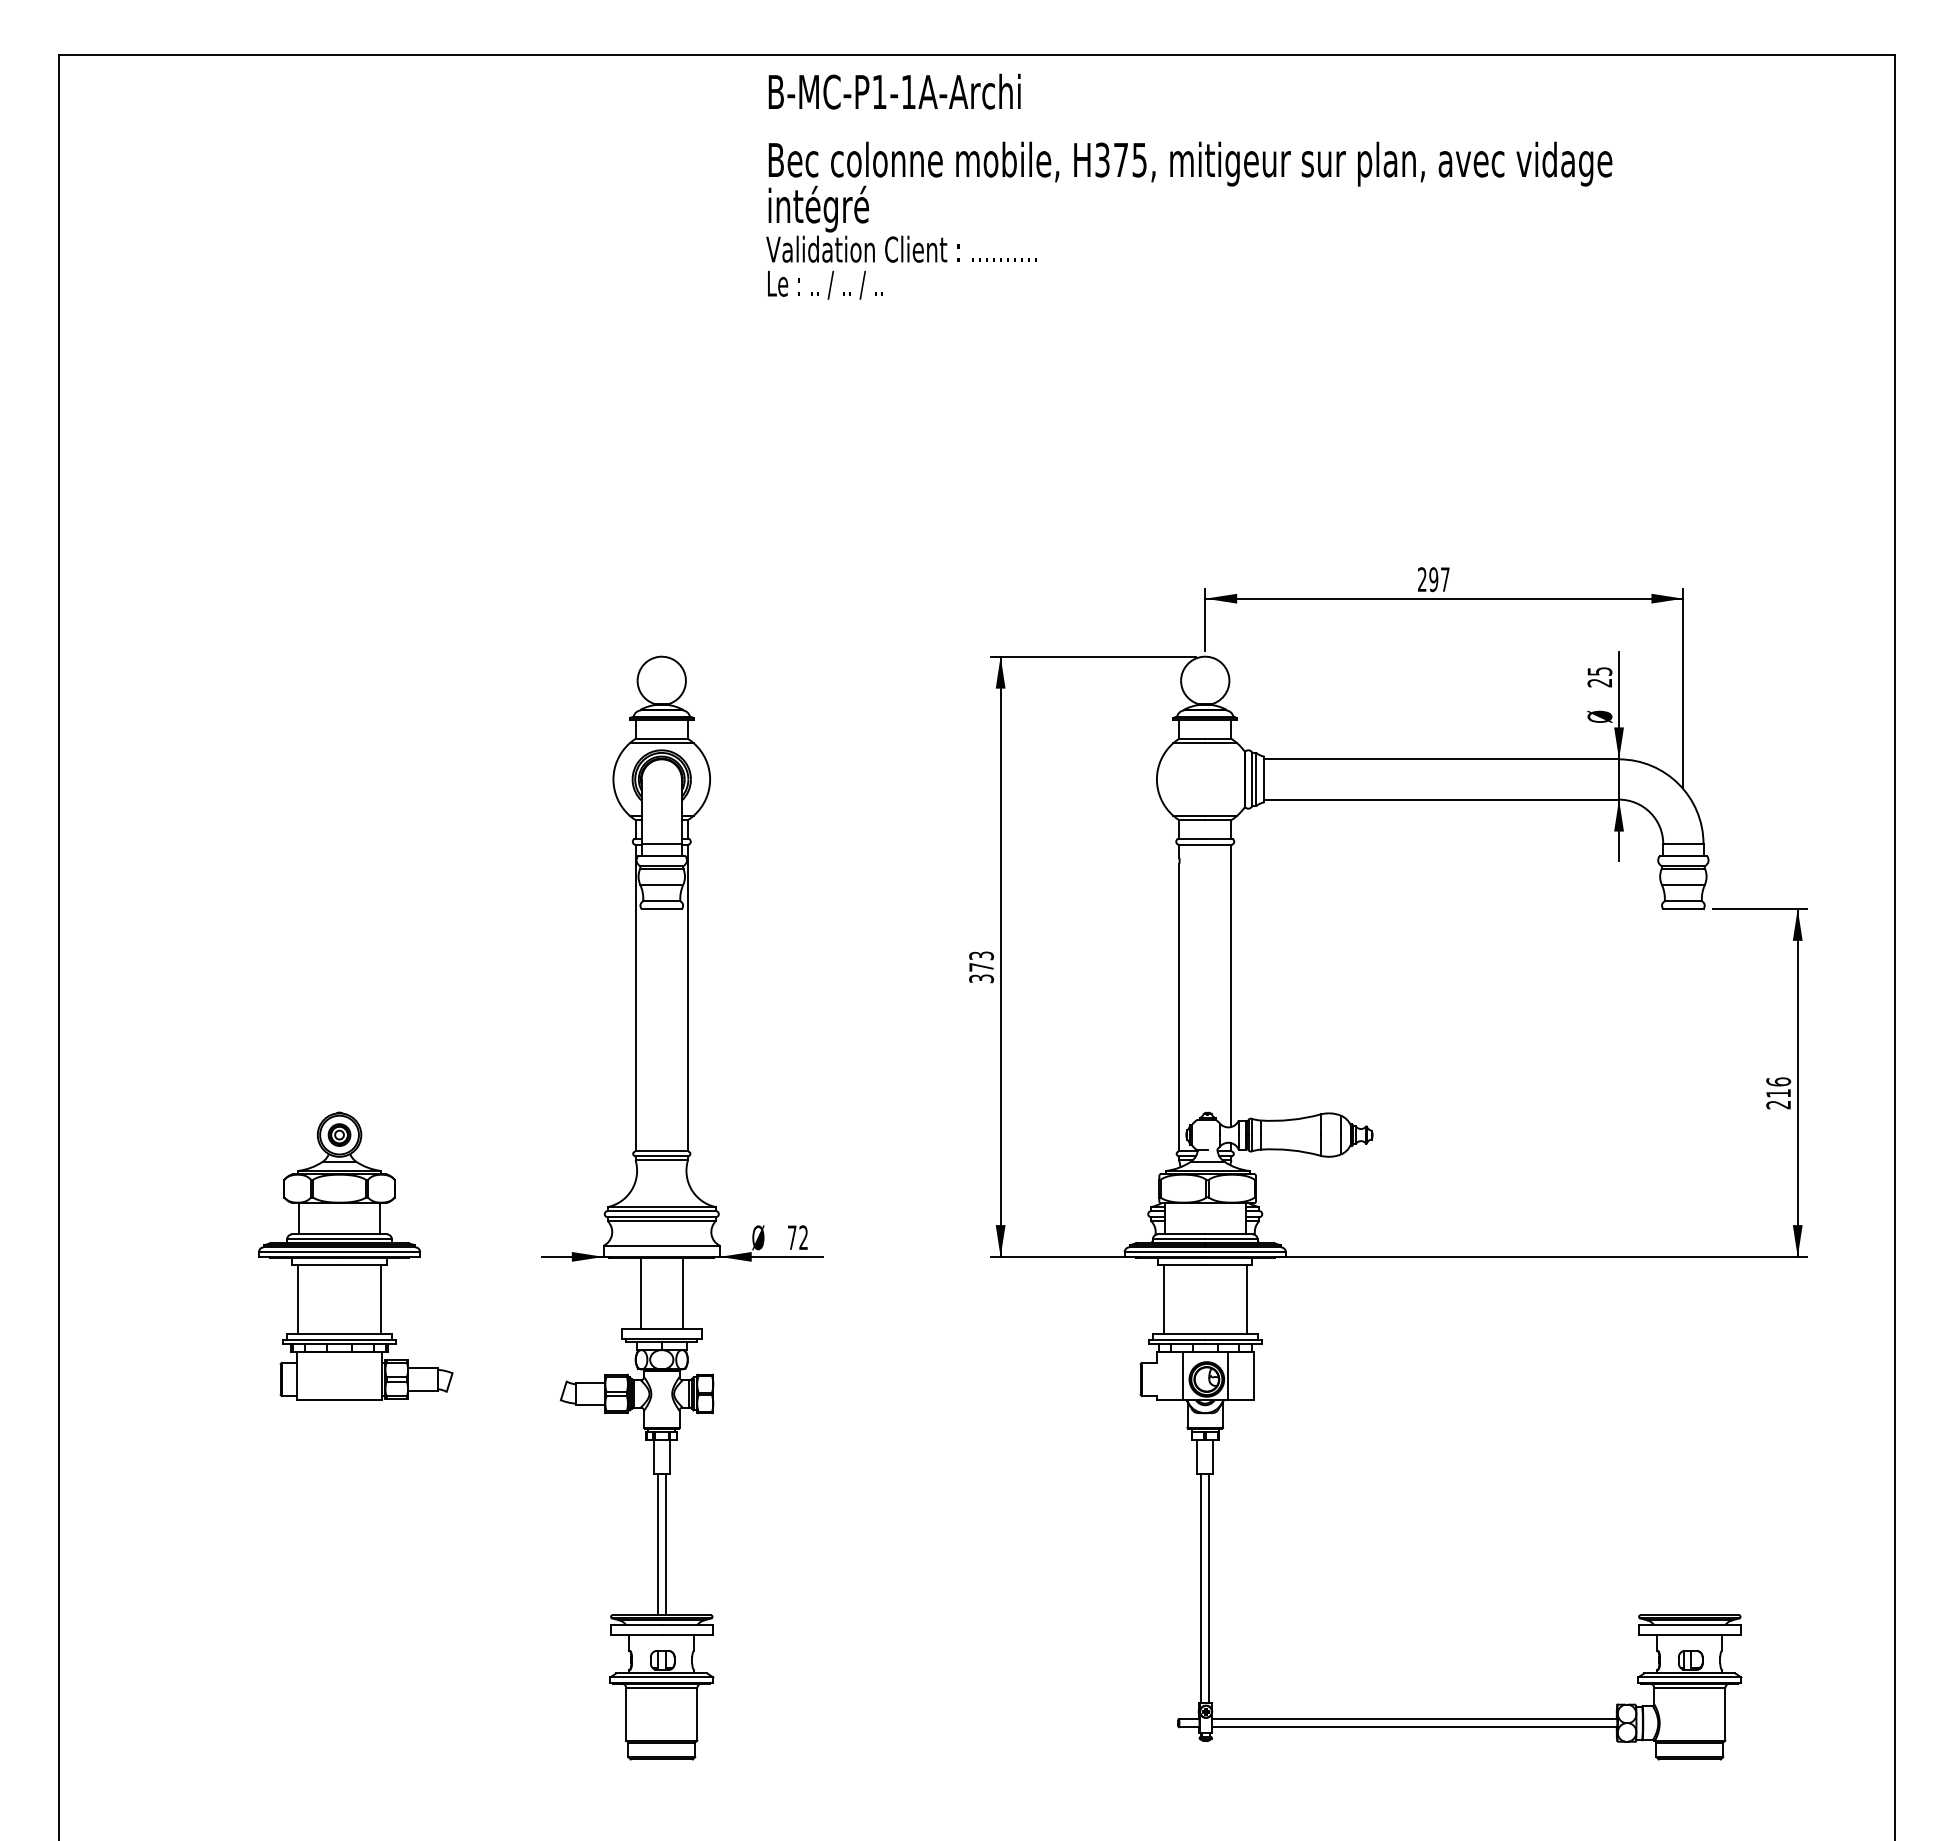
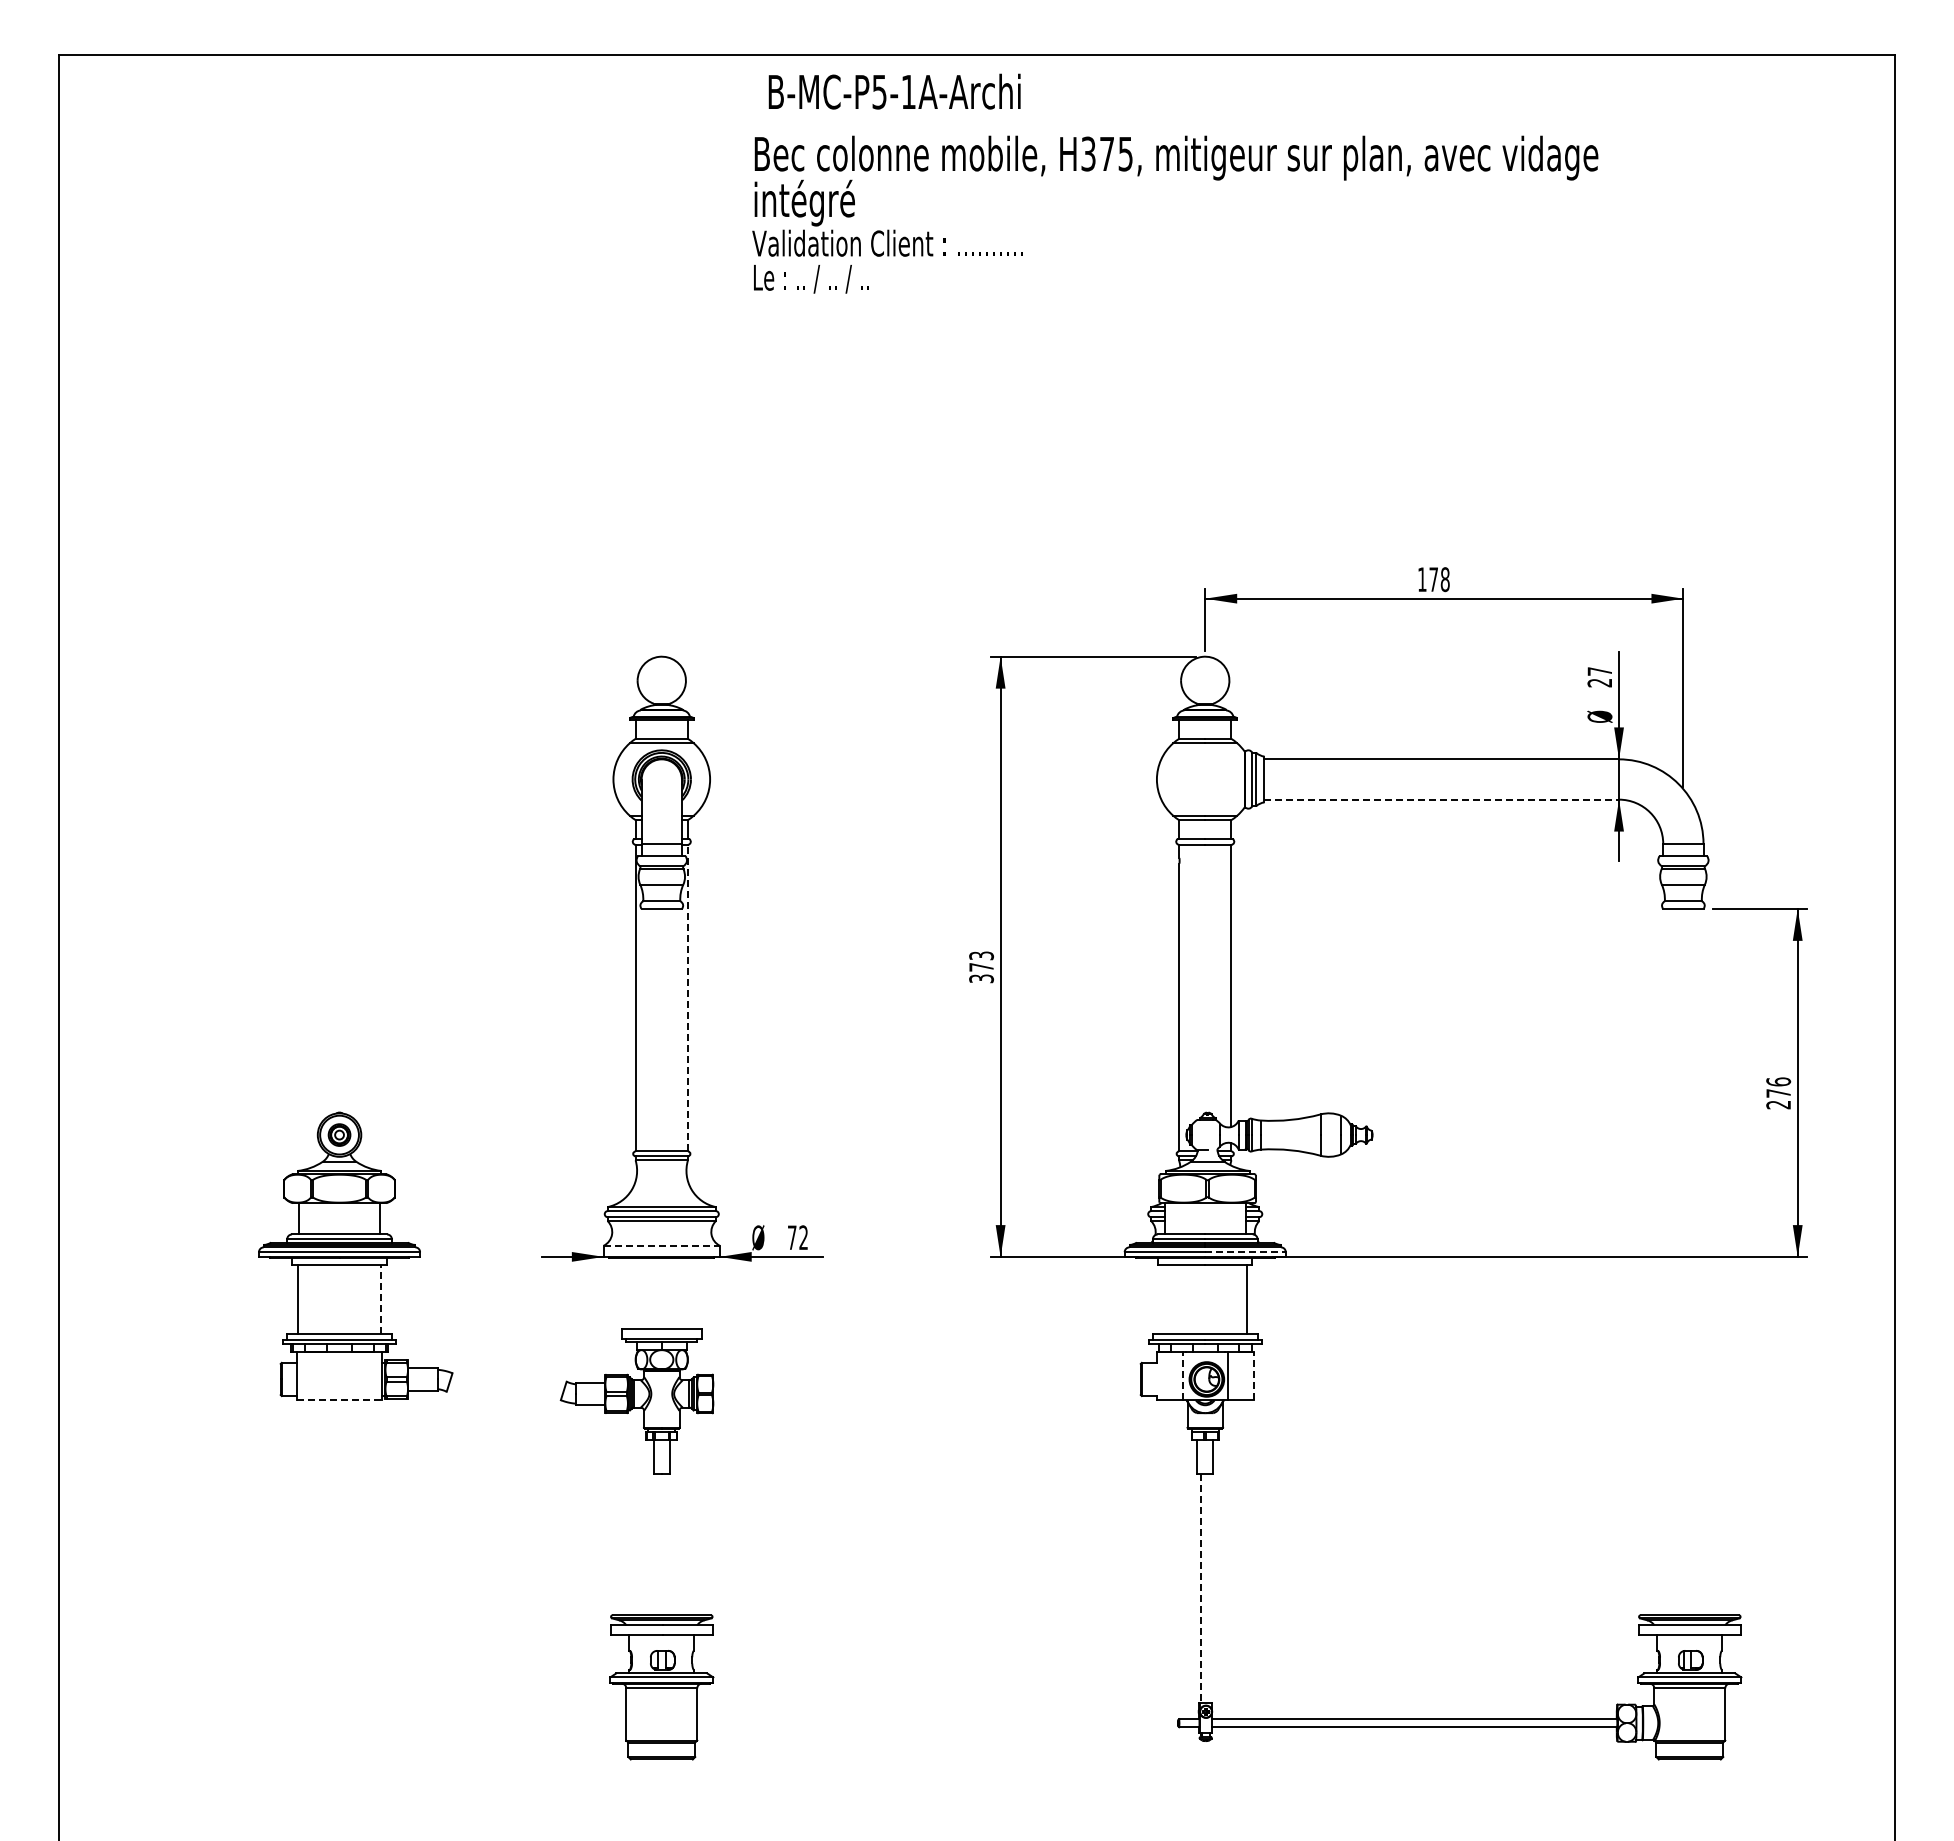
text at (879, 92): B-MC-P1-1A-Archi -> B-MC-P5-1A-Archi
text at (1189, 220) position: (1189, 220) -> (1175, 214)
text at (1433, 579): 297 -> 178
text at (1599, 671): 25 -> 27
line at (1442, 799): solid -> dashed
line at (687, 997): solid -> dashed
text at (1778, 1093): 216 -> 276
line at (662, 1245): solid -> dashed
line at (1246, 1252): solid -> dashed
line at (641, 1293): present -> none
line at (682, 1293): present -> none
line at (381, 1298): solid -> dashed
line at (1163, 1299): present -> none
line at (1182, 1375): solid -> dashed
line at (1253, 1375): solid -> dashed
line at (339, 1400): solid -> dashed
line at (657, 1544): present -> none
line at (665, 1544): present -> none
line at (1209, 1588): present -> none
line at (1201, 1589): solid -> dashed
